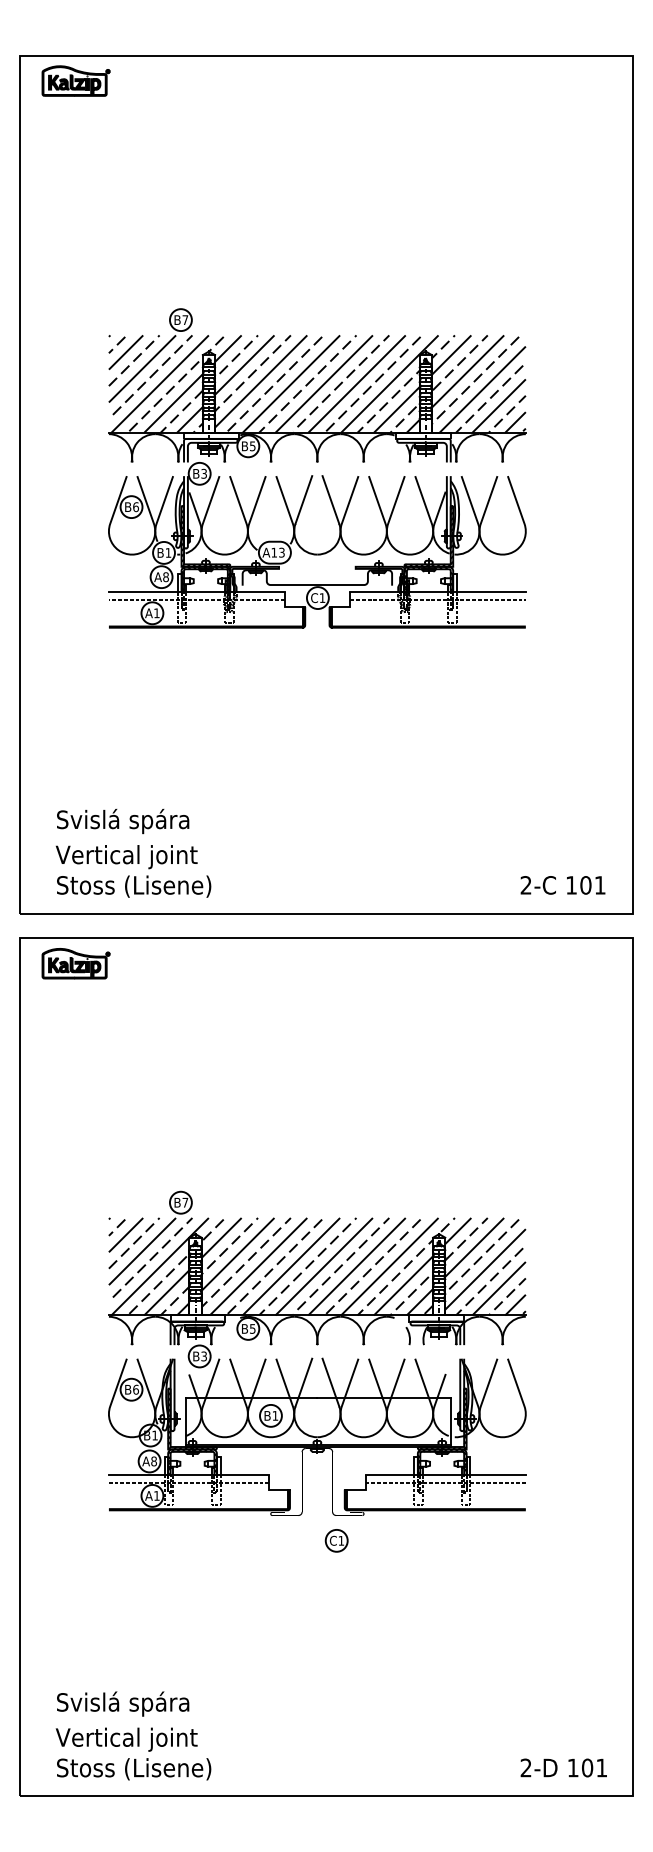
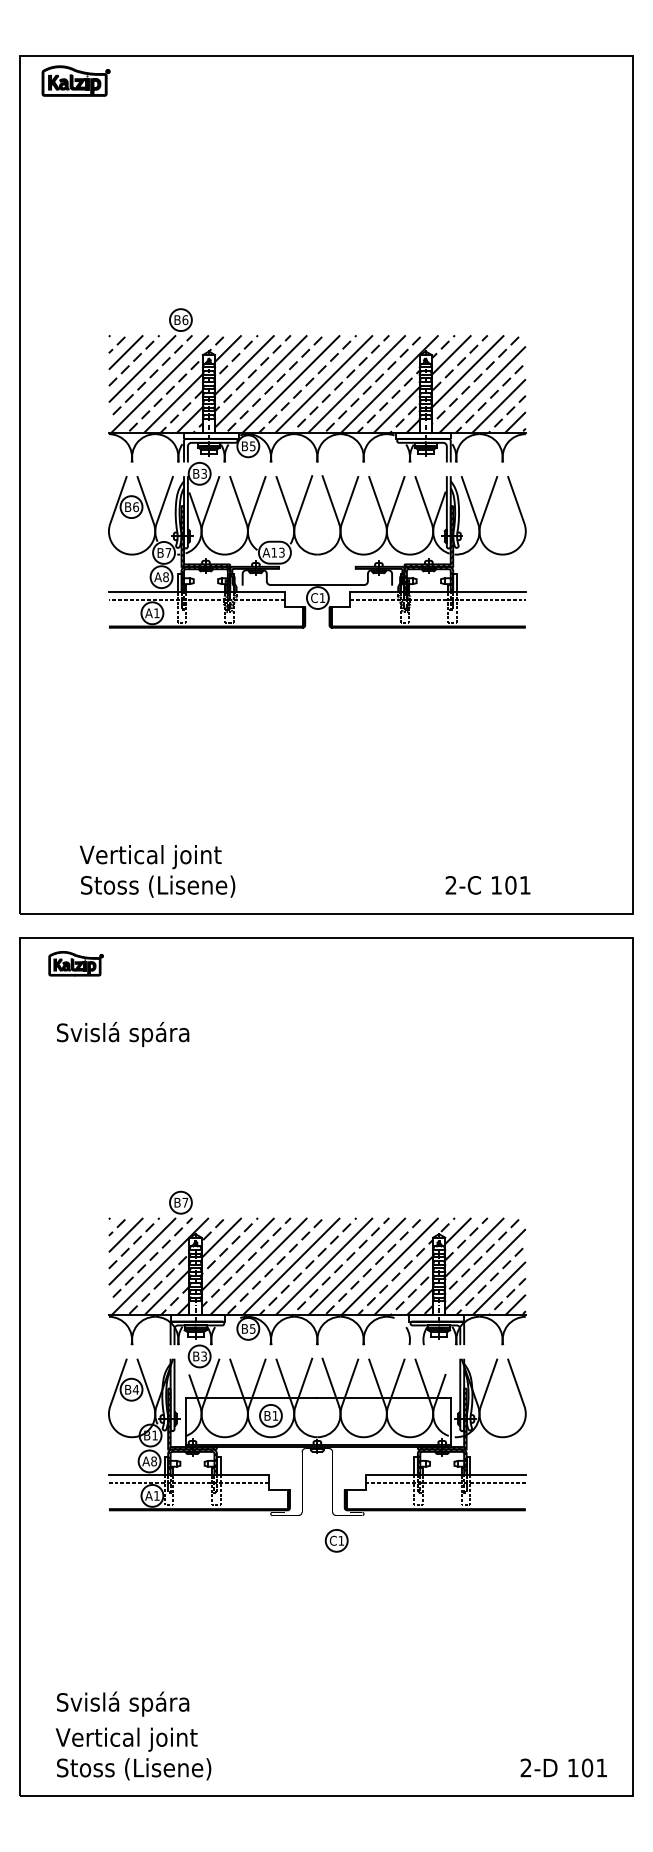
text at (185, 320): B7 -> B6
text at (168, 552): B1 -> B7
text at (123, 821) position: (123, 821) -> (123, 1034)
text at (133, 871) position: (133, 871) -> (157, 871)
text at (562, 885) position: (562, 885) -> (487, 885)
part at (75, 963) size: 70x32 px -> 56x26 px
text at (135, 1389): B6 -> B4
